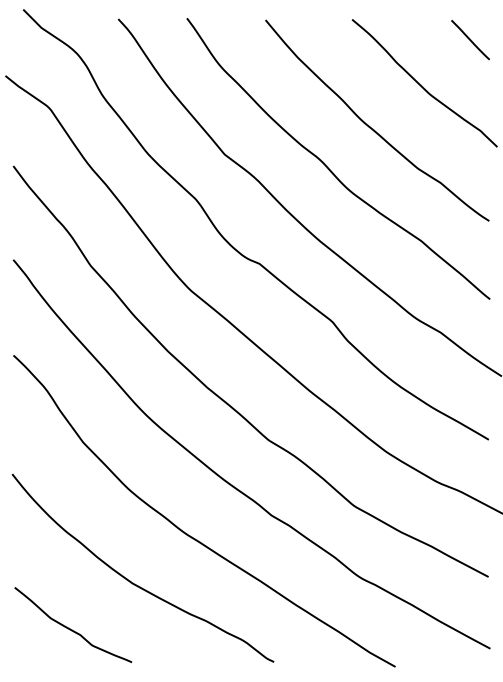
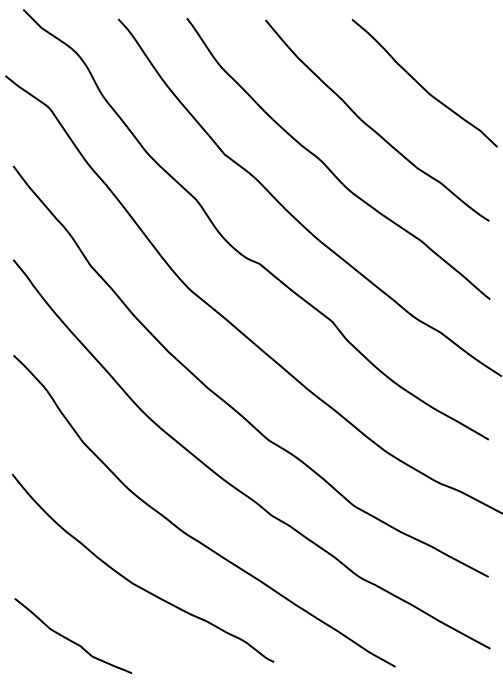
line at (470, 40): present -> none
curve at (70, 628) position: (70, 628) -> (70, 639)
